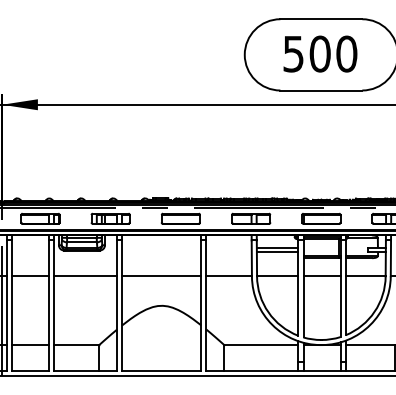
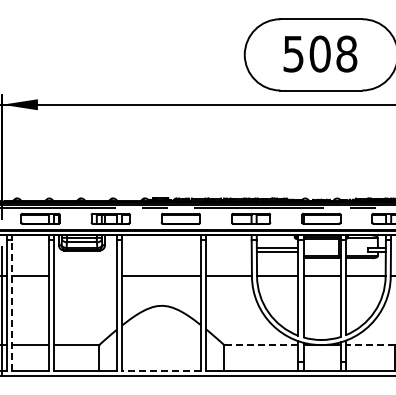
text at (346, 53): 500 -> 508
line at (85, 276): present -> none
line at (11, 305): solid -> dashed
line at (260, 345): solid -> dashed
line at (370, 345): solid -> dashed
line at (161, 370): solid -> dashed
